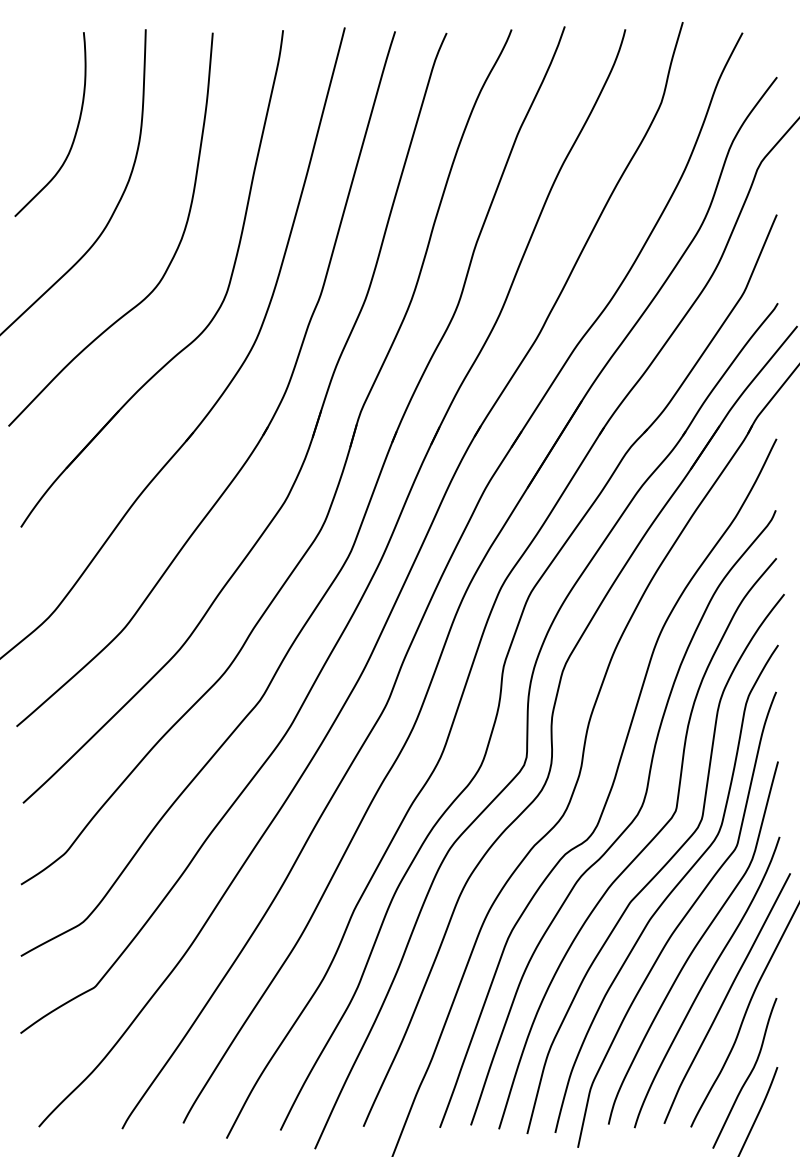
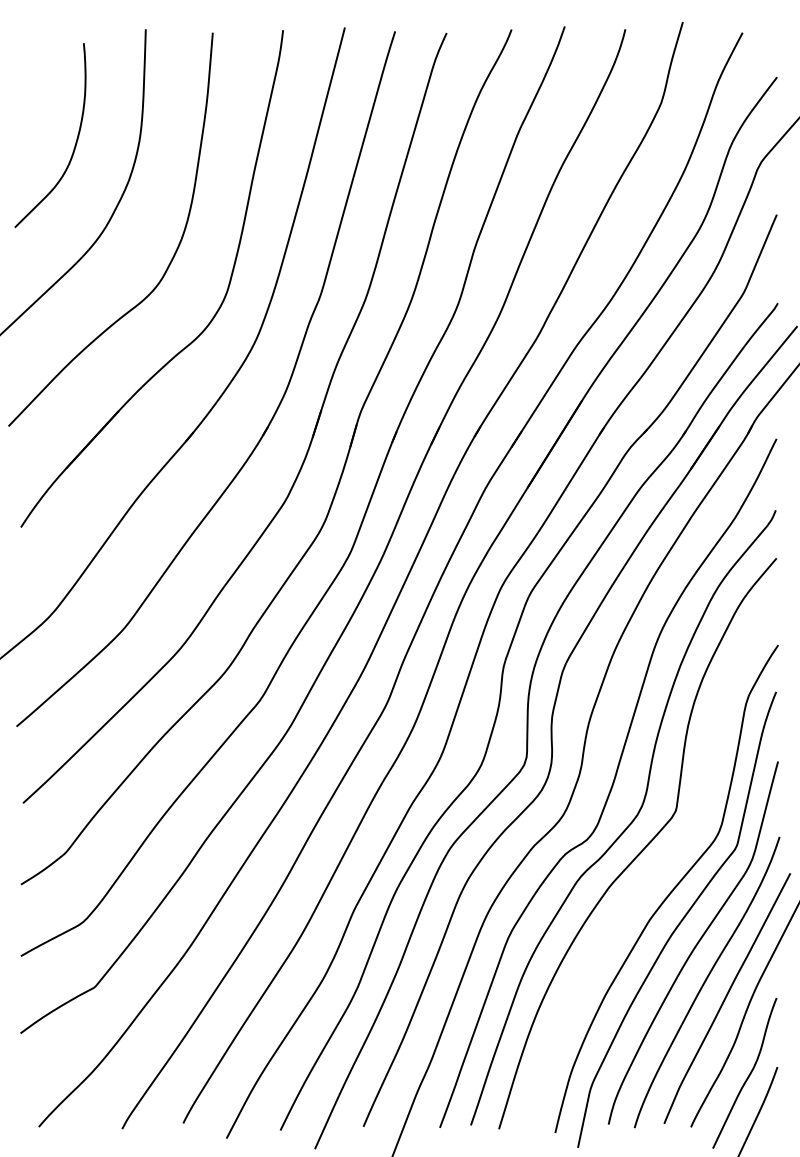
curve at (75, 130) position: (75, 130) -> (75, 141)
curve at (660, 868): present -> none
